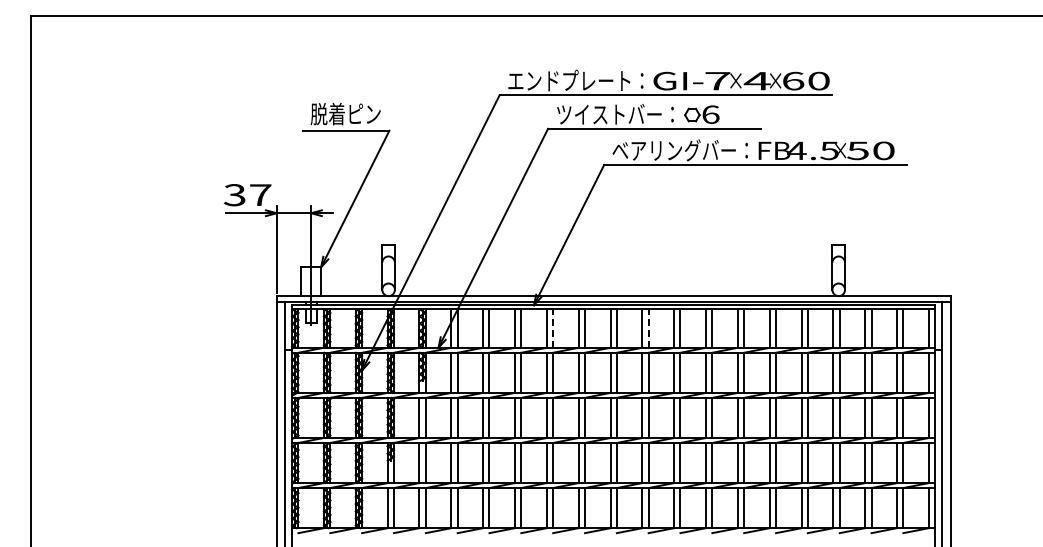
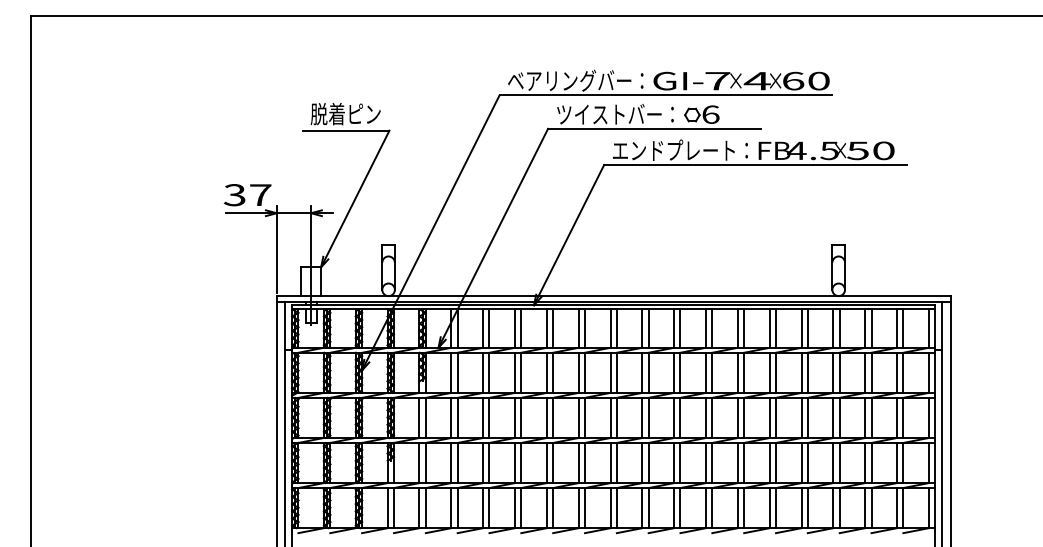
text at (569, 80): エンドプレート： -> ベアリングバー：
text at (673, 150): ベアリングバー： -> エンドプレート：
line at (553, 328): dashed -> solid
line at (648, 328): dashed -> solid
